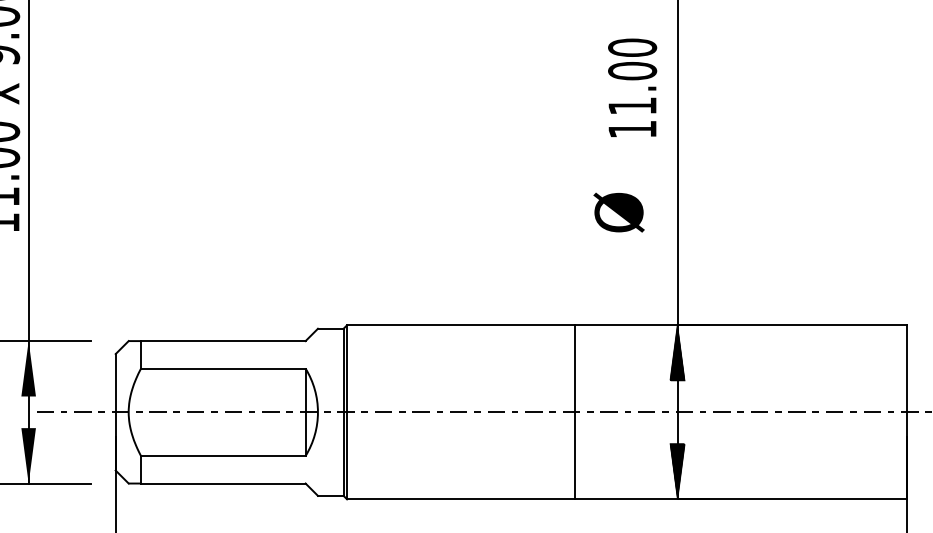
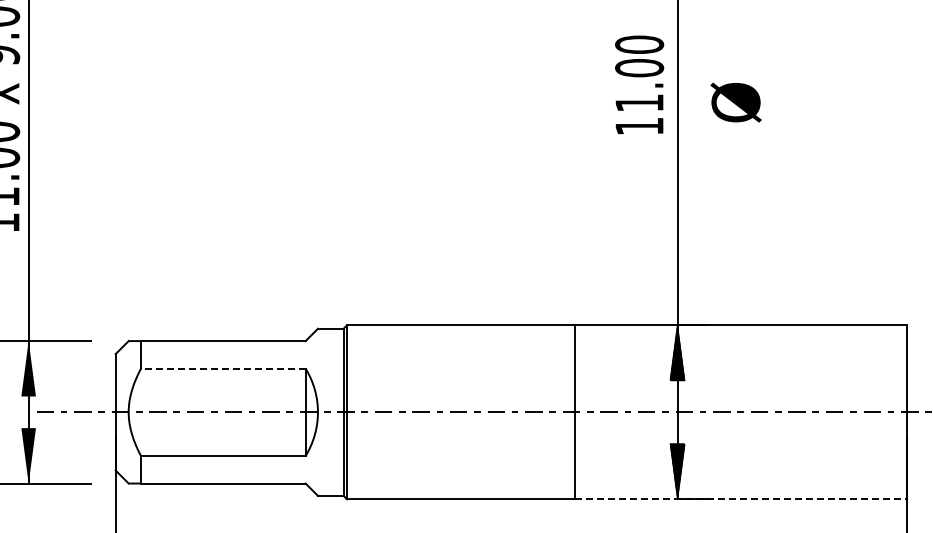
text at (632, 87) position: (632, 87) -> (639, 84)
text at (618, 212) position: (618, 212) -> (735, 102)
line at (222, 368): solid -> dashed
line at (741, 499): solid -> dashed
